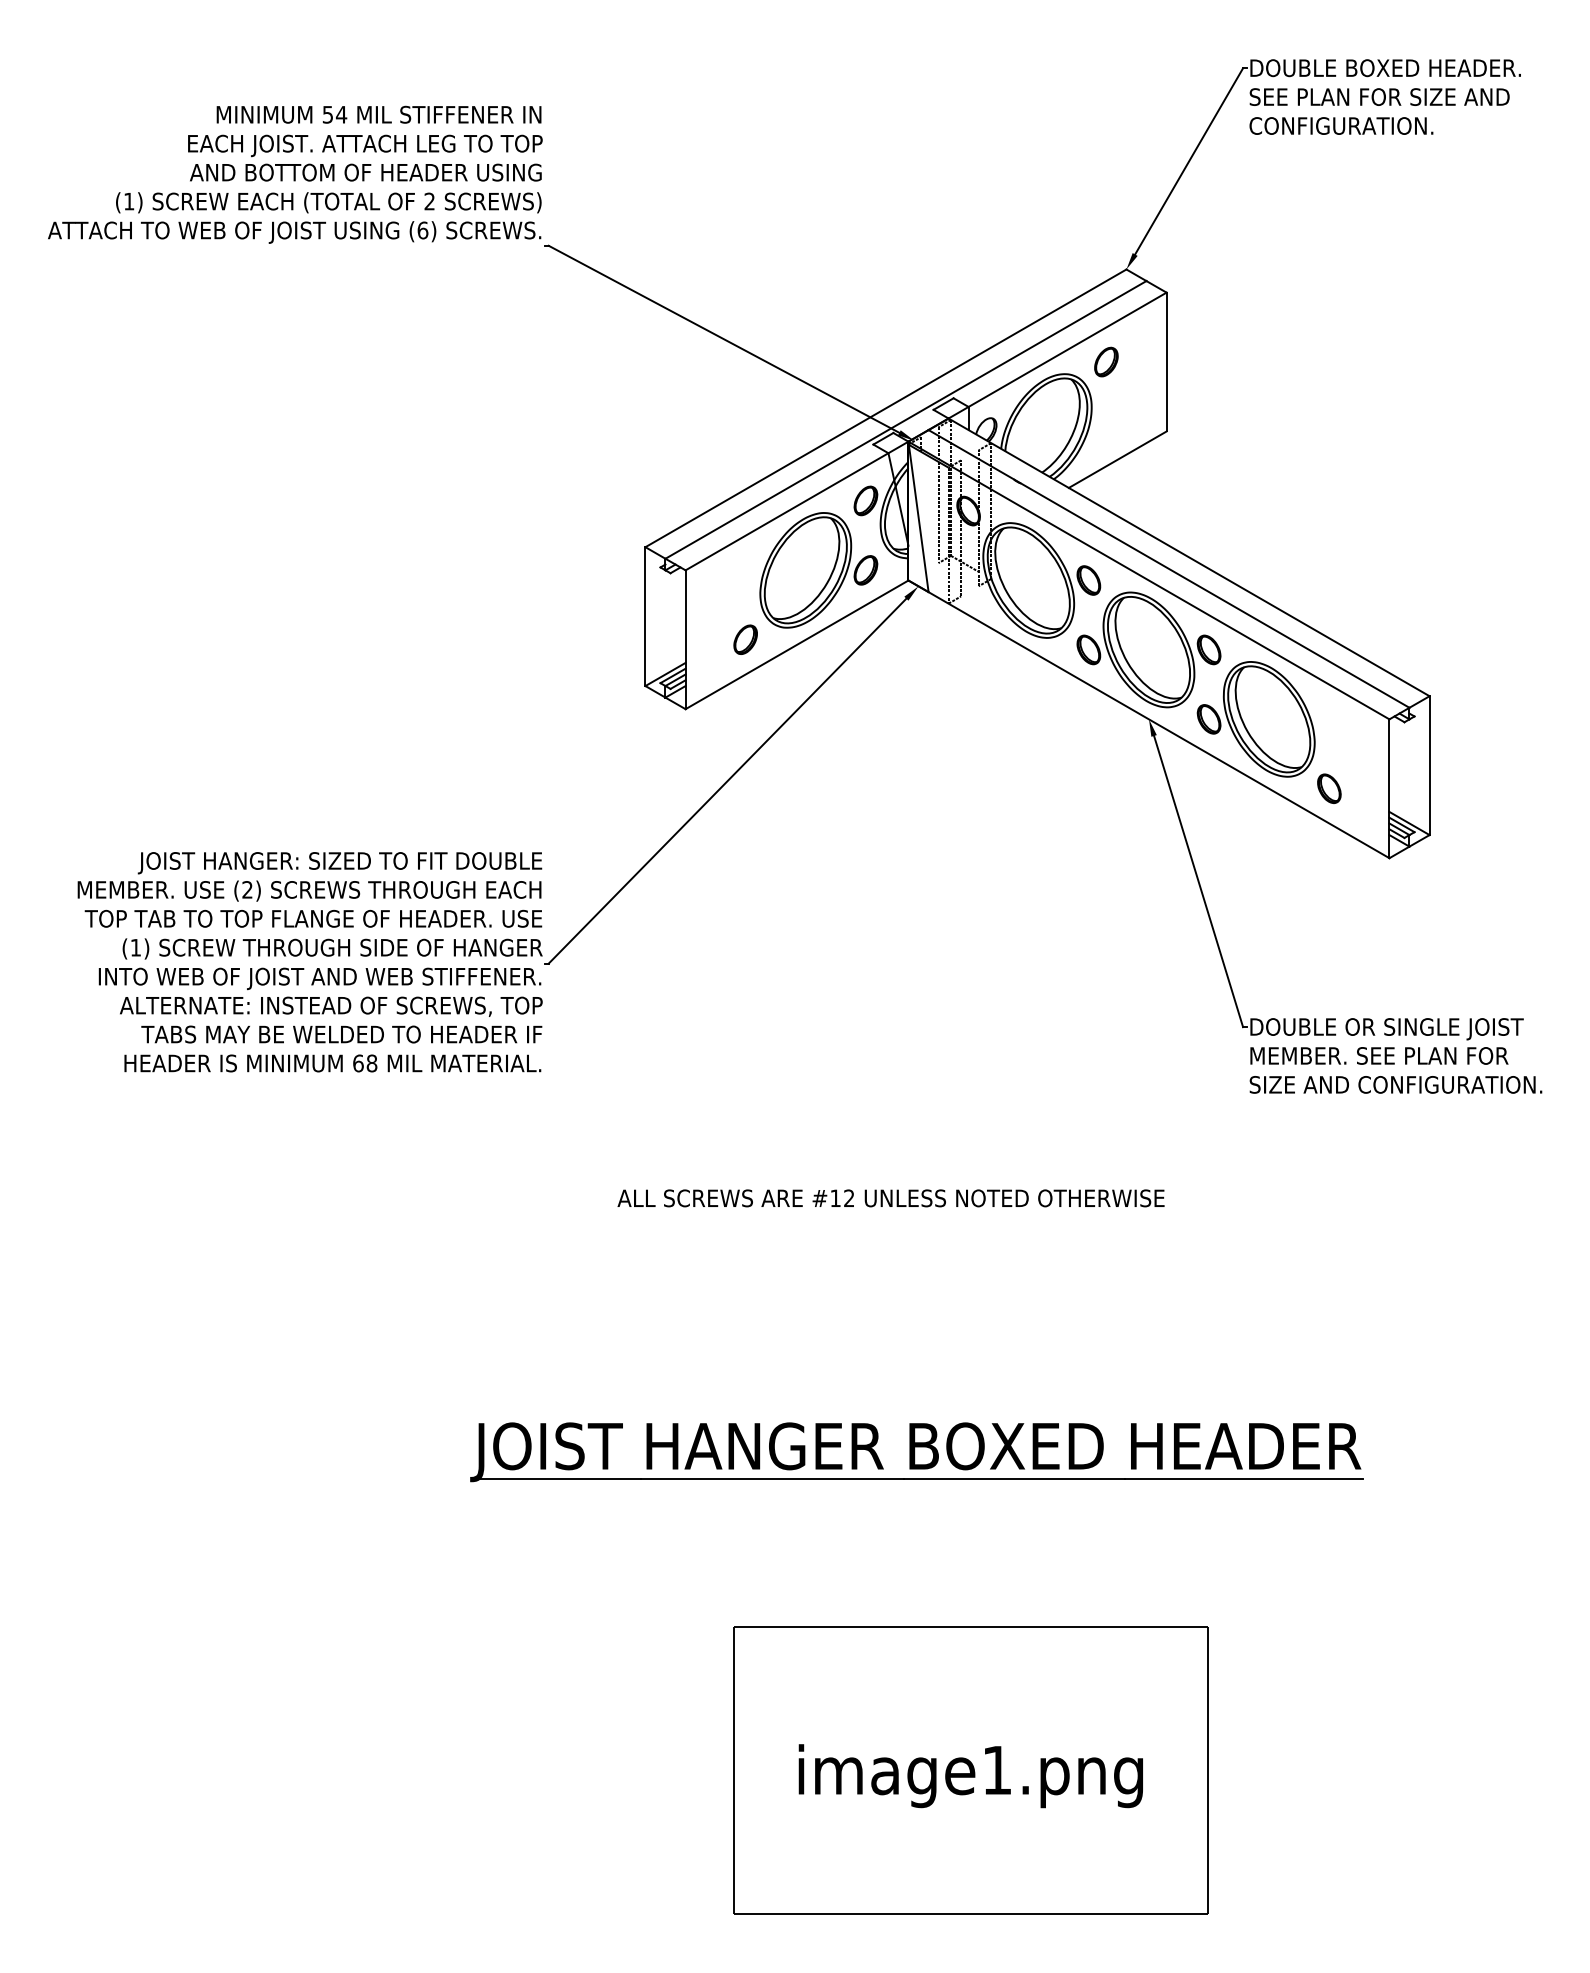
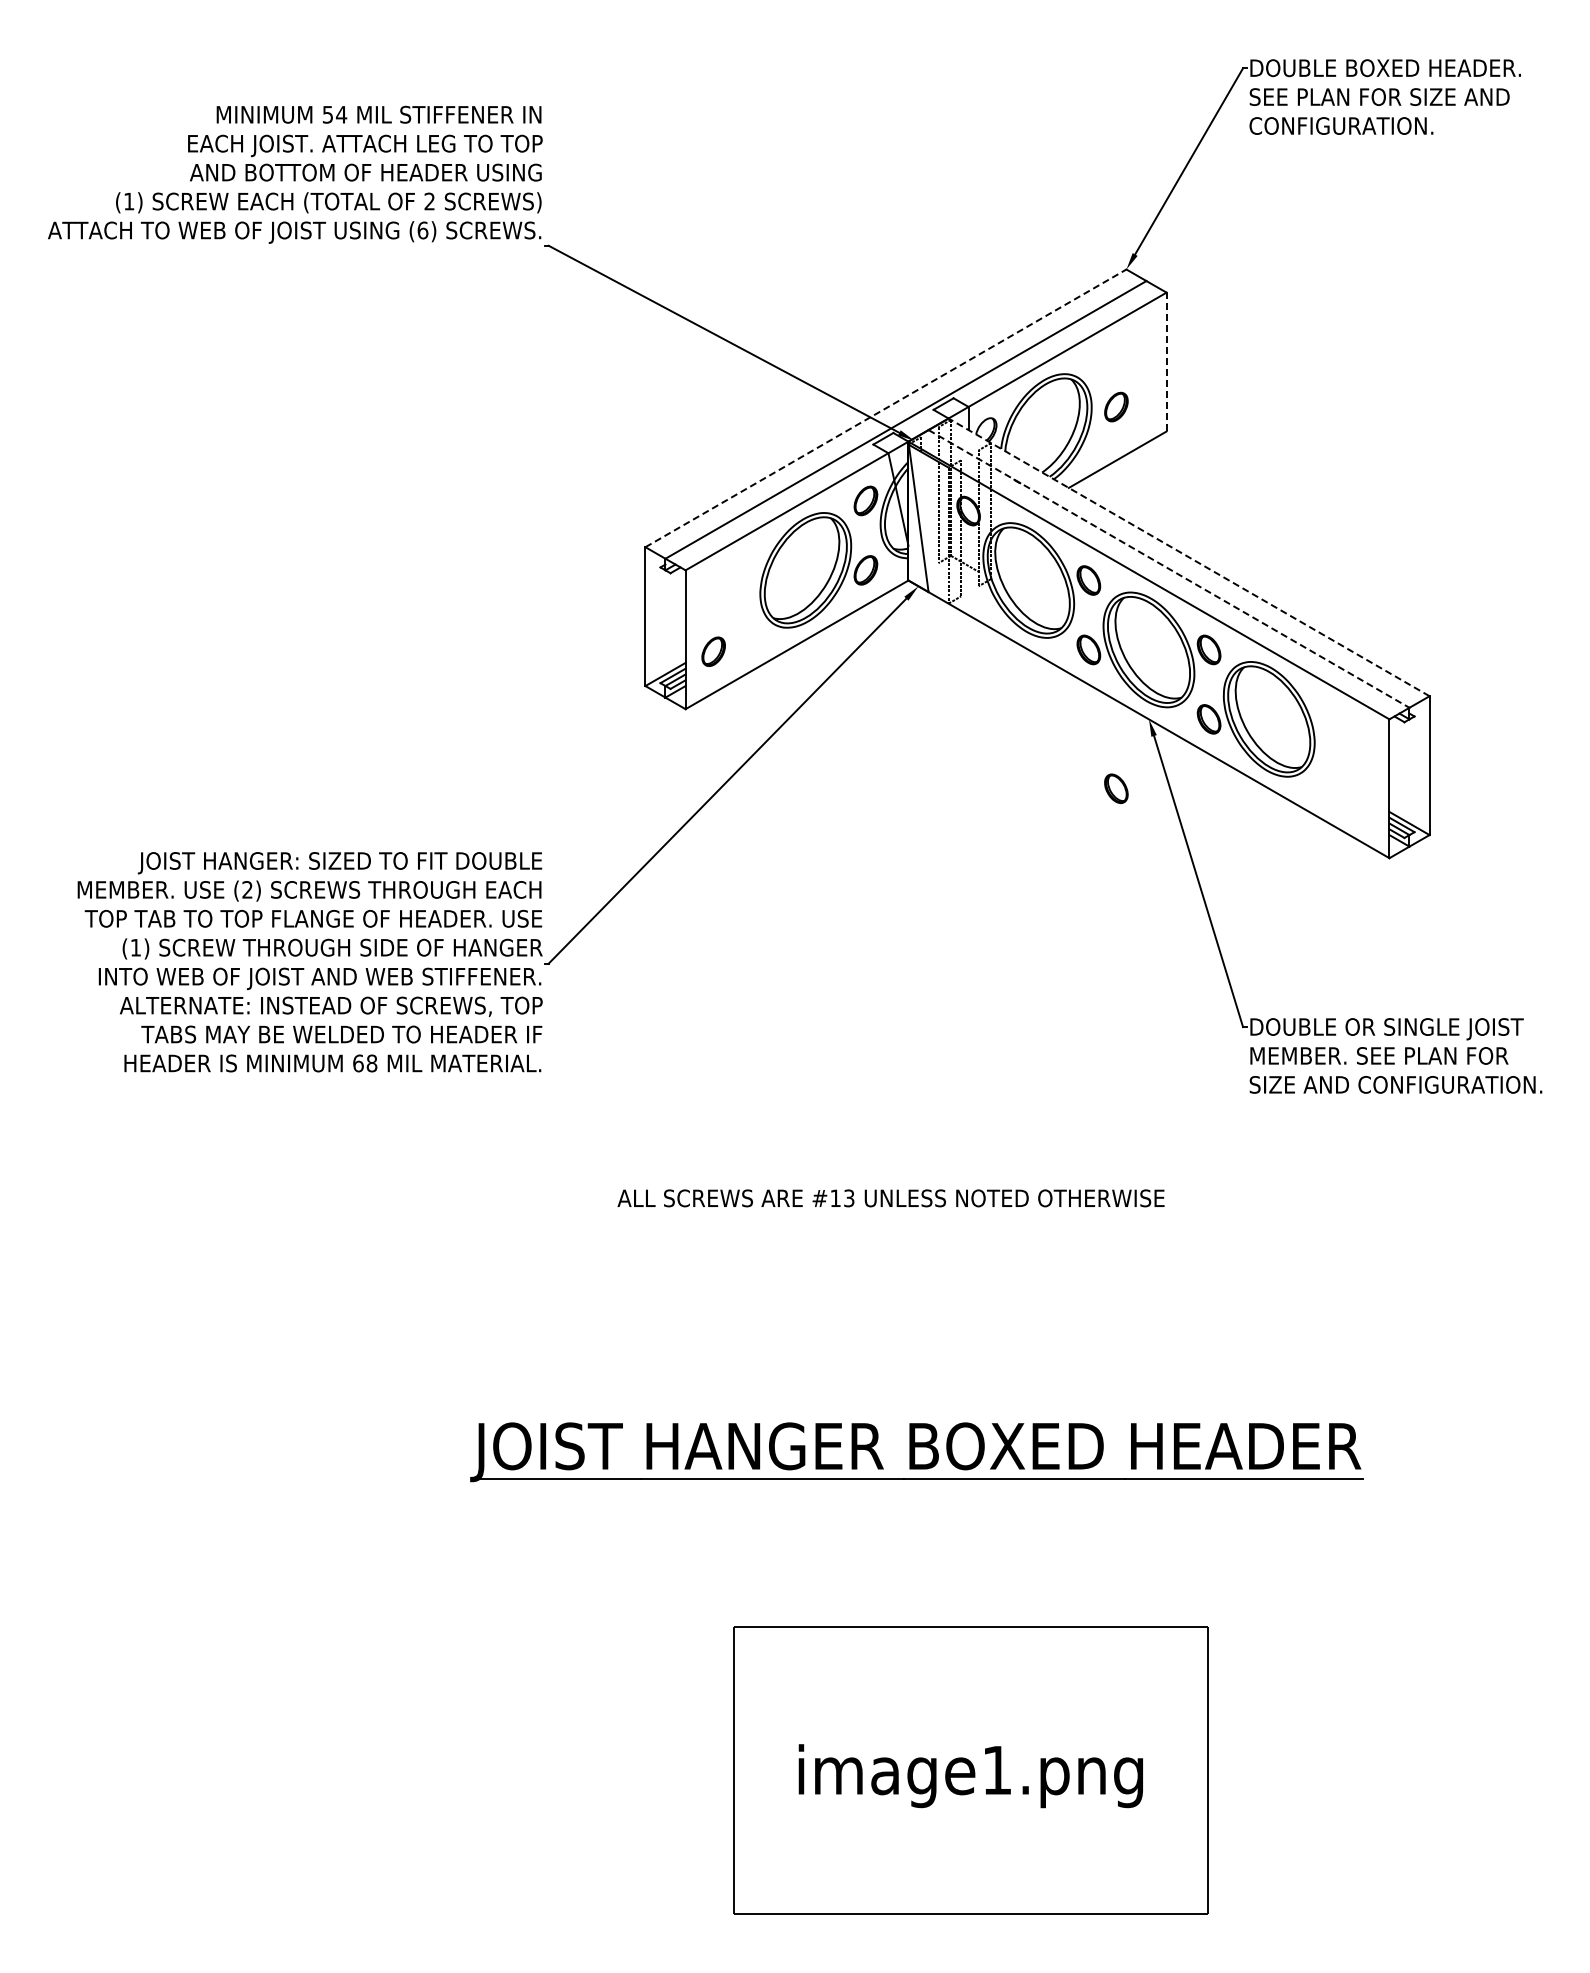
part at (1106, 361) position: (1106, 361) -> (1116, 406)
line at (1166, 361): solid -> dashed
line at (885, 408): solid -> dashed
line at (1189, 557): solid -> dashed
line at (1169, 568): solid -> dashed
part at (745, 639) position: (745, 639) -> (713, 651)
part at (1329, 788) position: (1329, 788) -> (1116, 788)
text at (849, 1198): #12 -> #13
